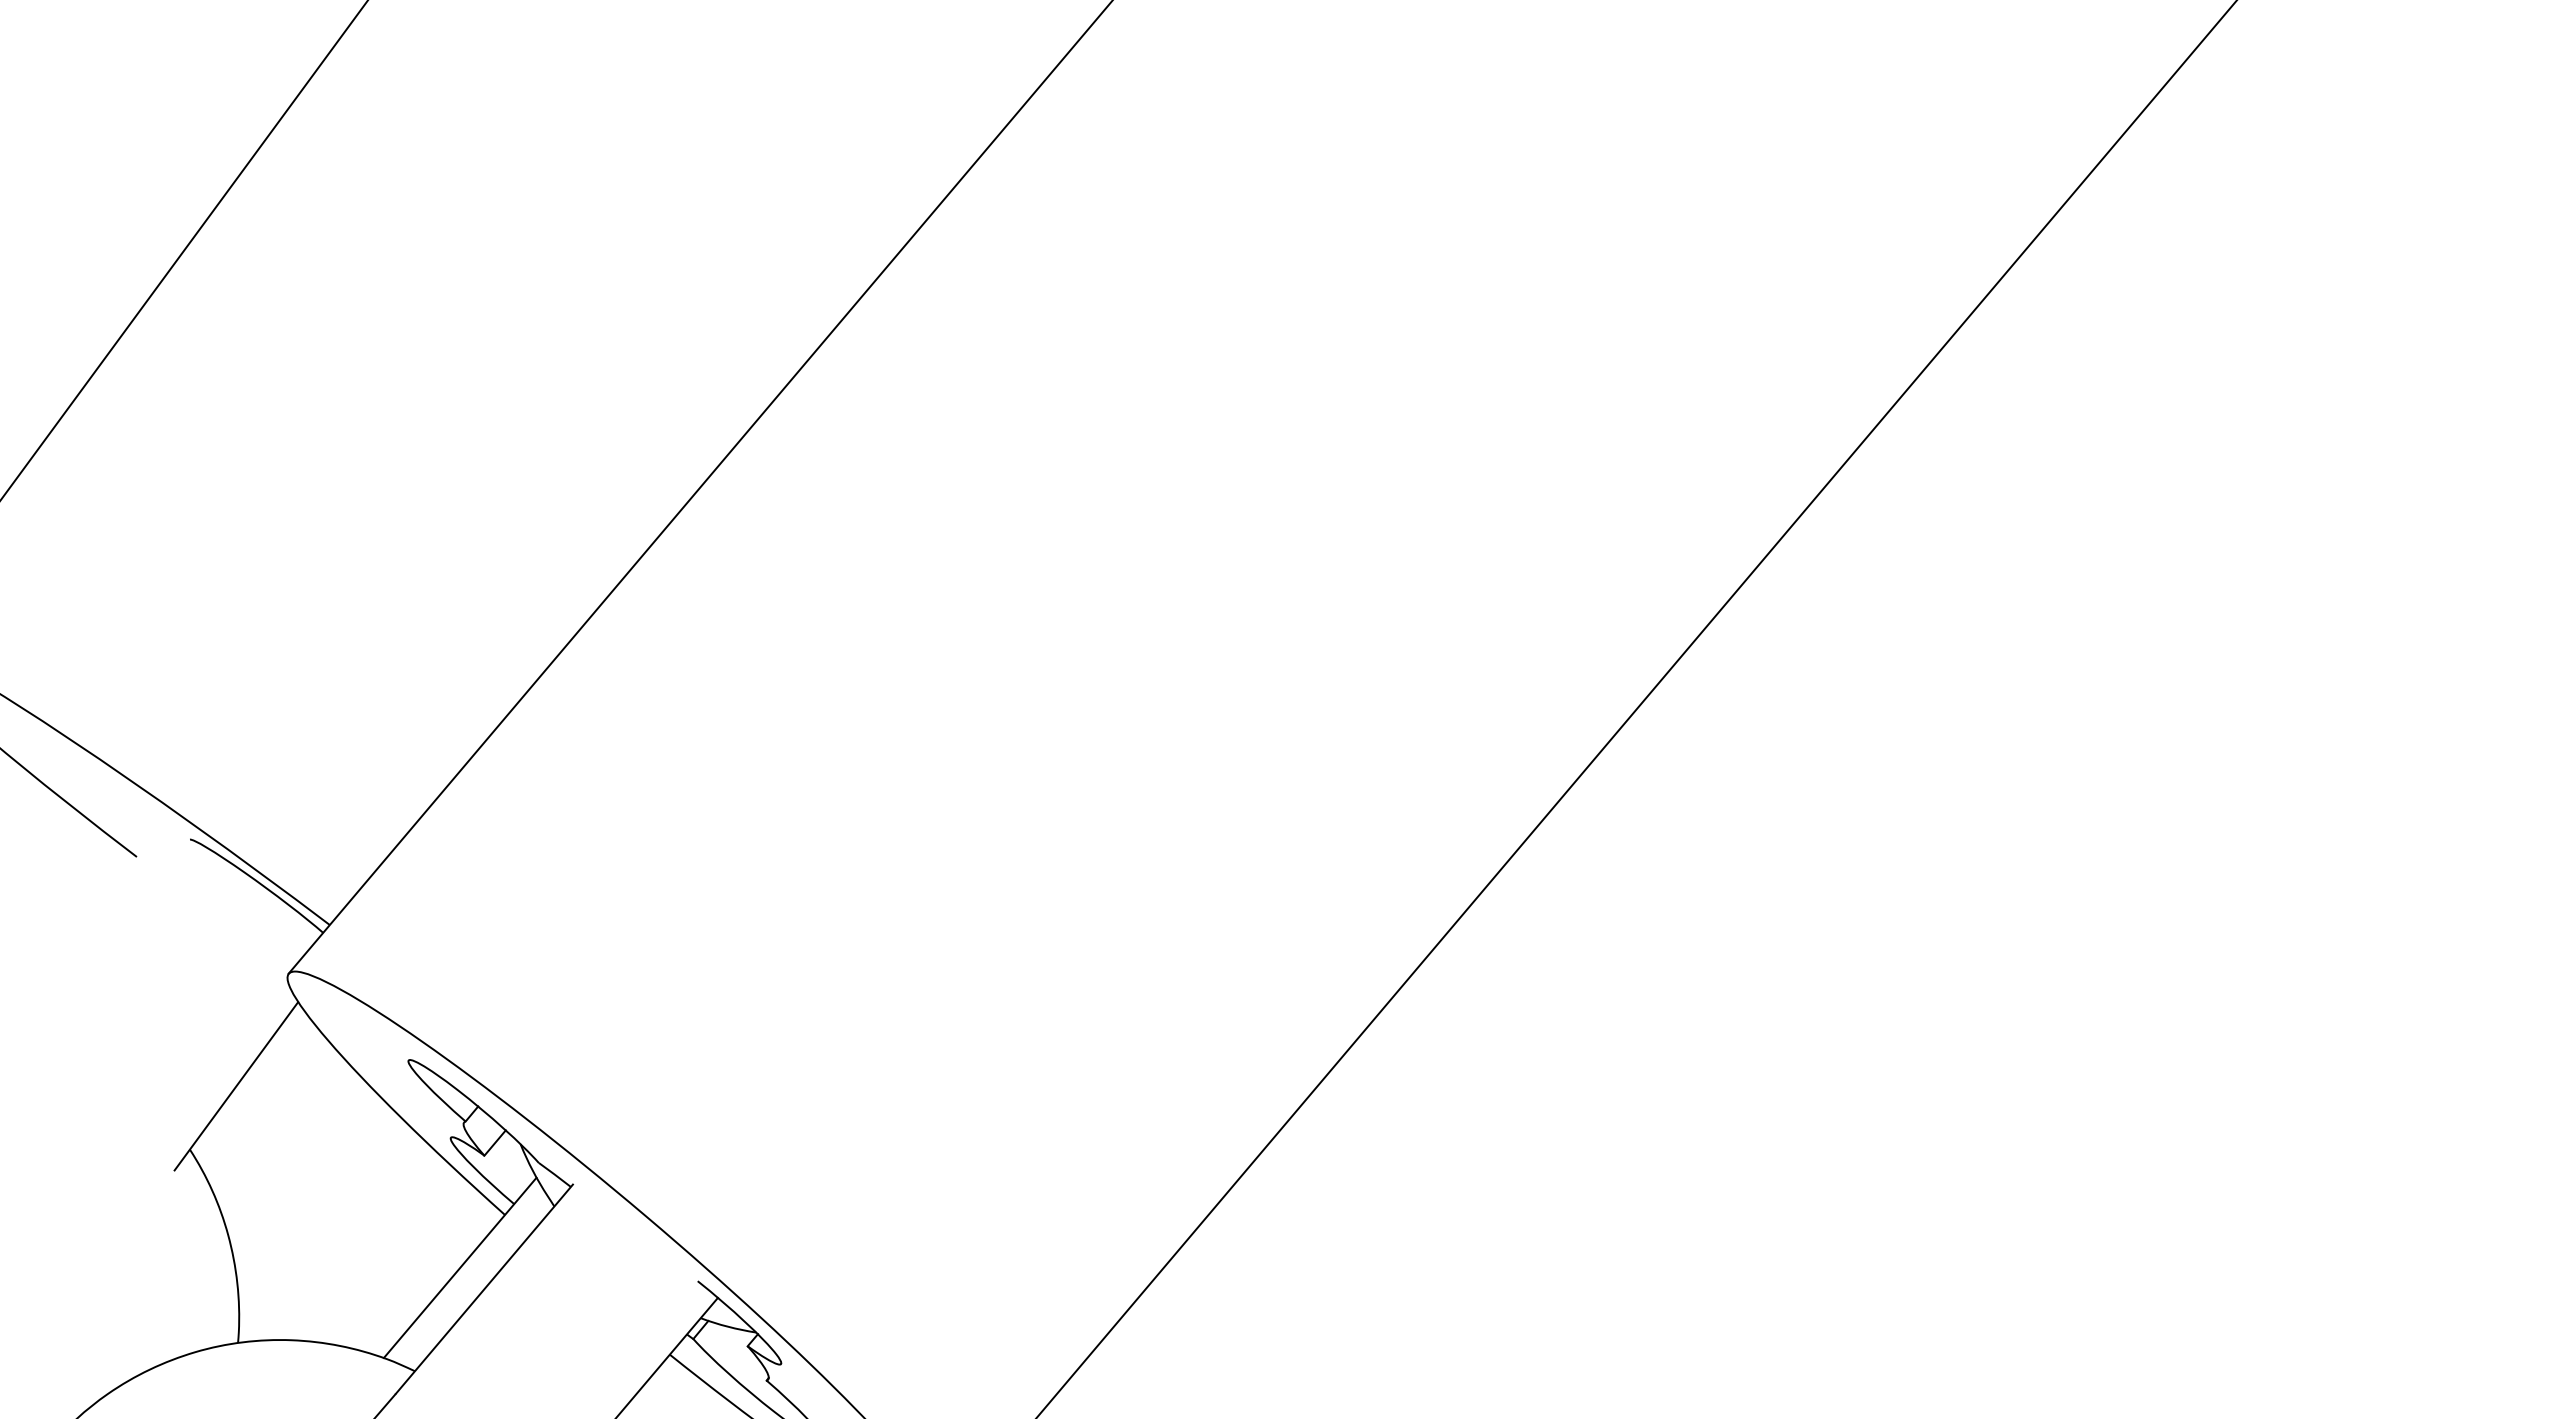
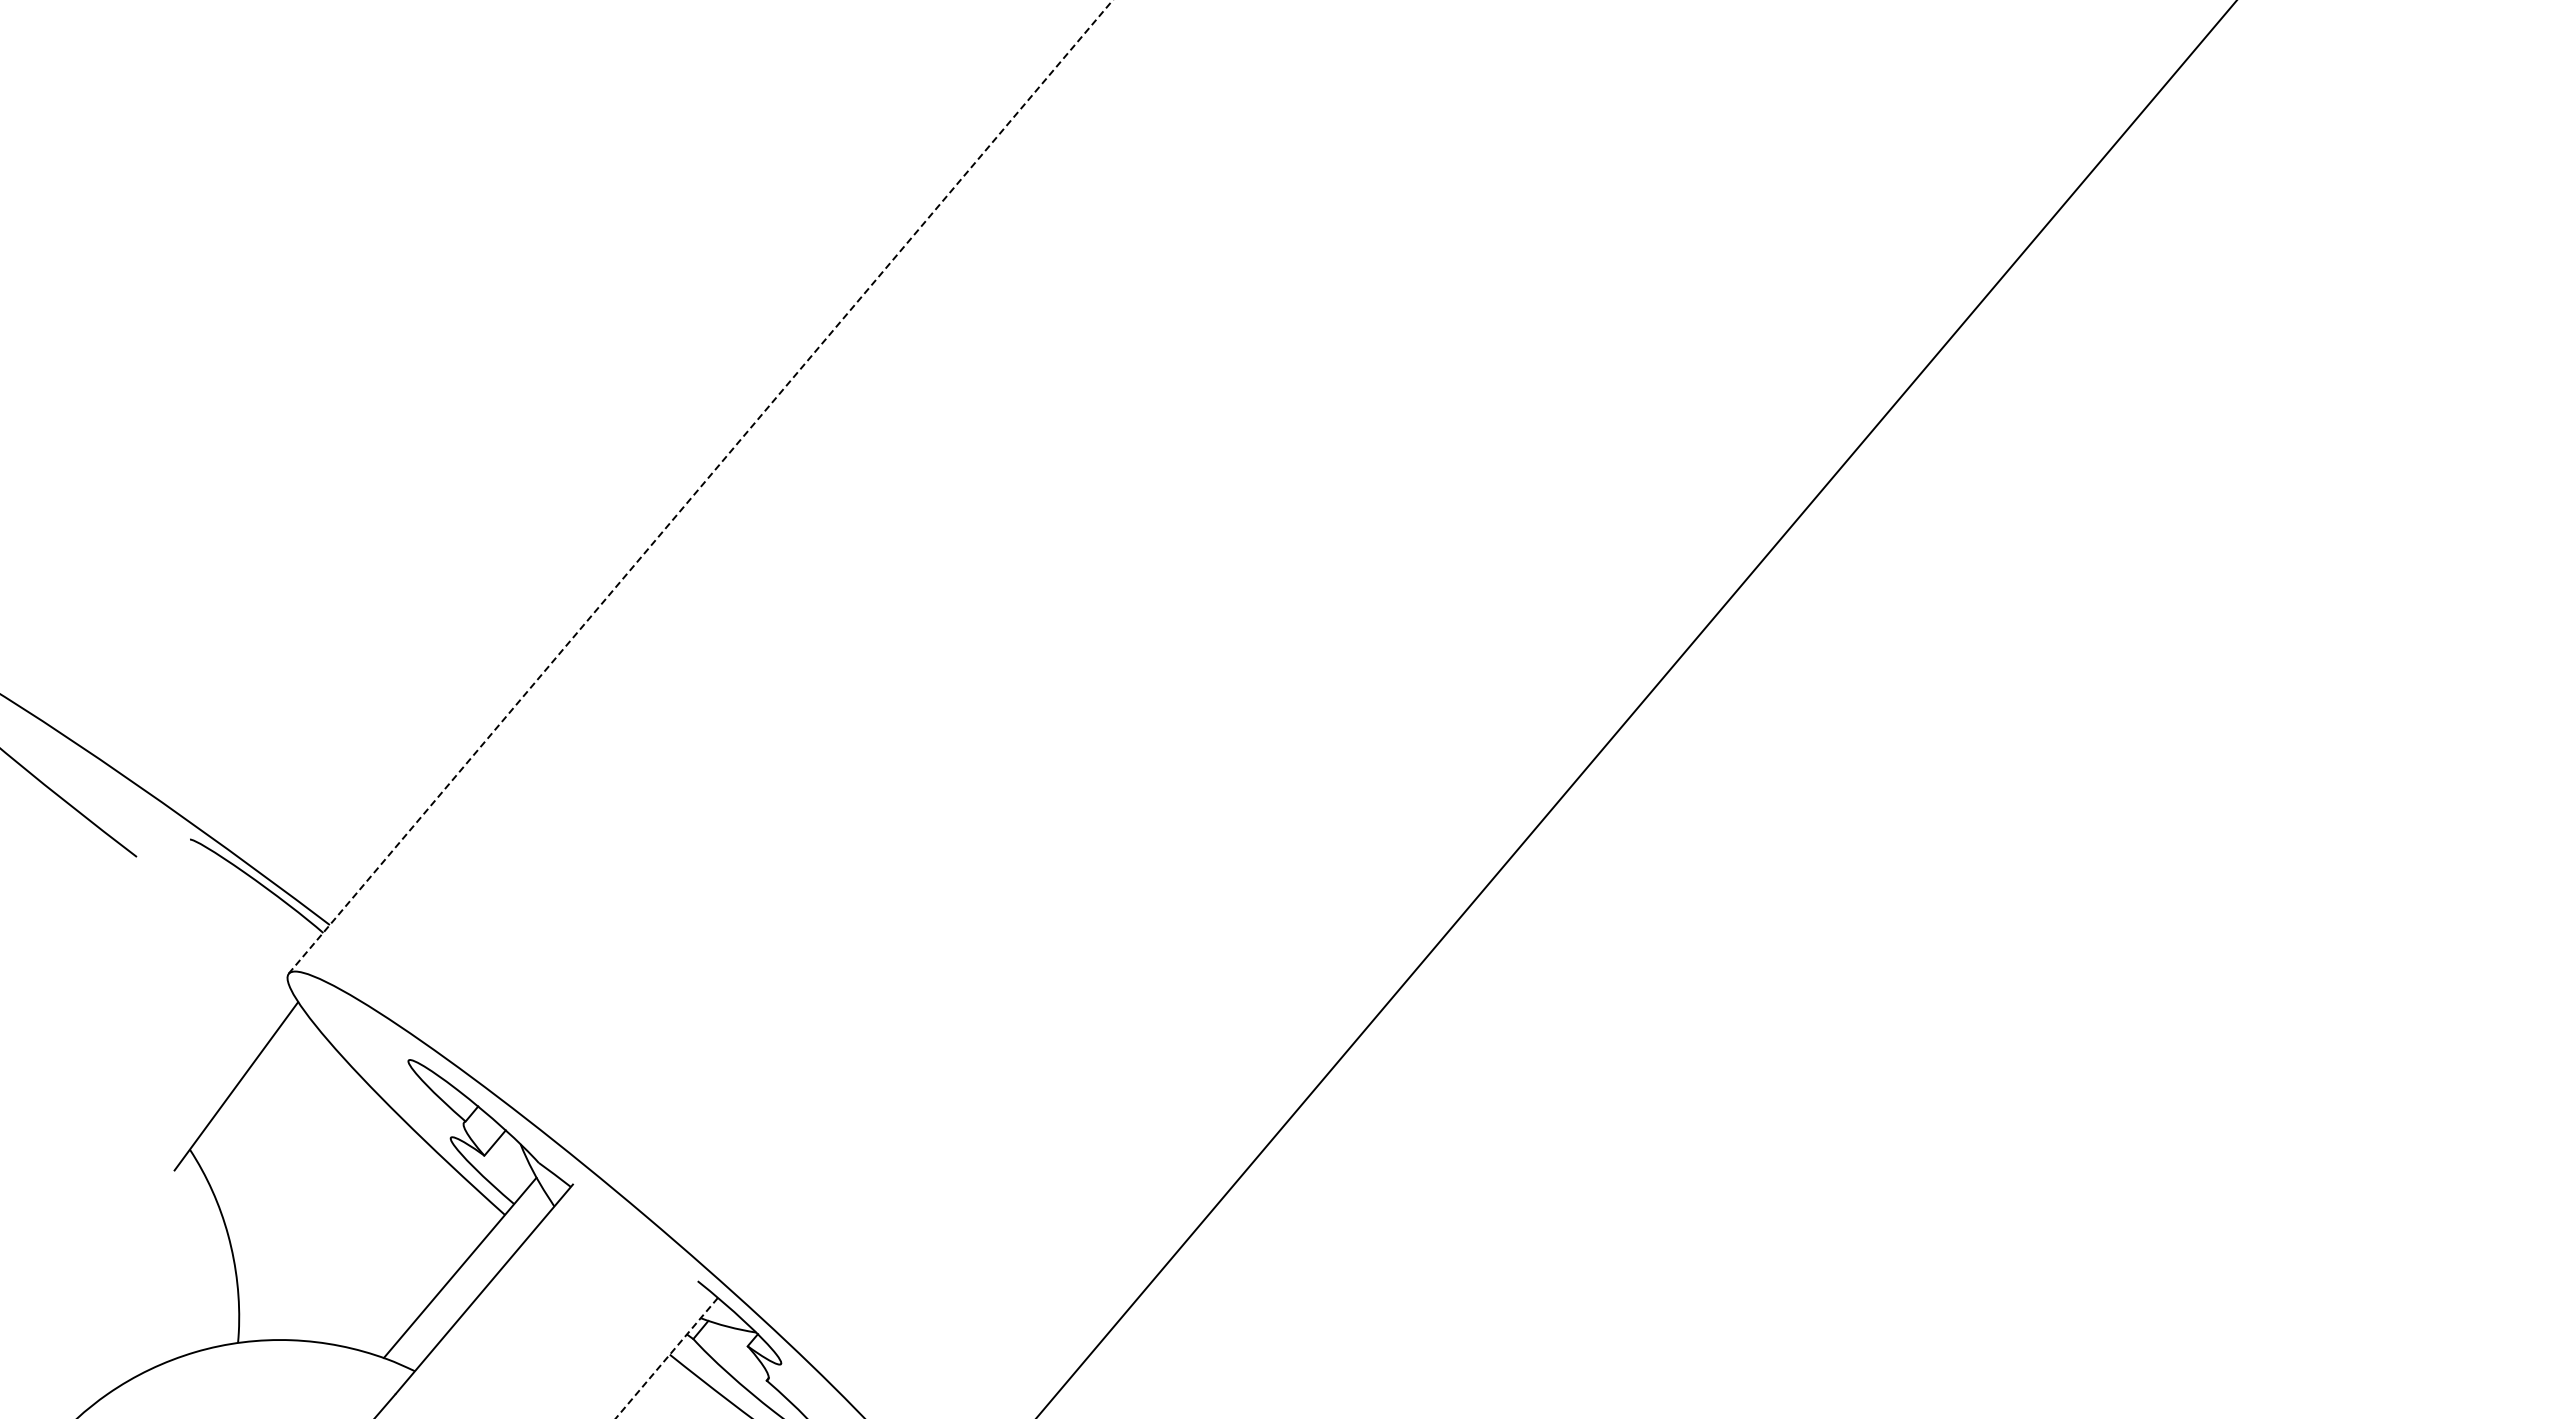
line at (184, 250): present -> none
line at (700, 486): solid -> dashed
line at (666, 1358): solid -> dashed
